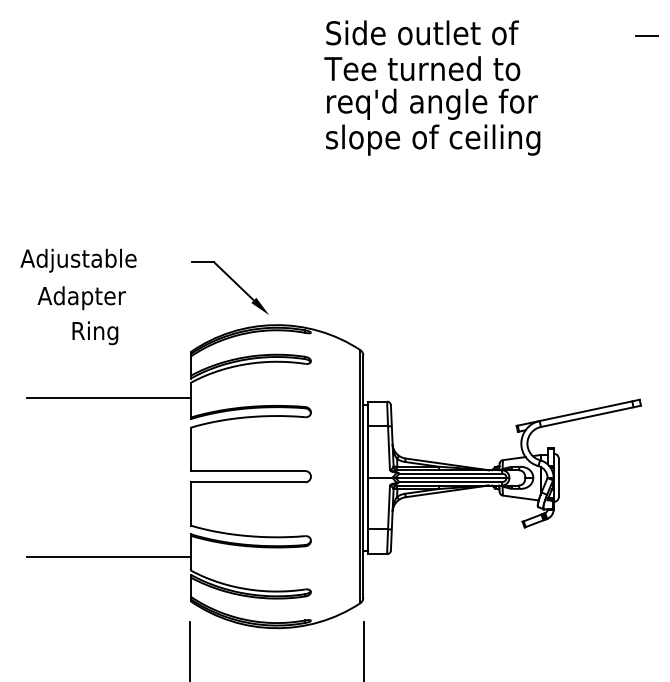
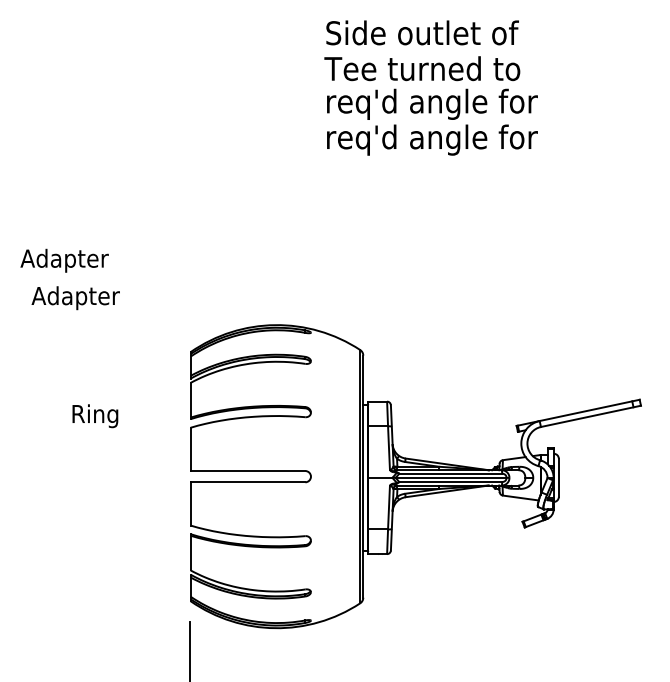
line at (646, 35): present -> none
text at (433, 139): slope of ceiling -> req'd angle for
text at (92, 260): Adjustable -> Adapter
part at (233, 282): present -> none
text at (81, 298) position: (81, 298) -> (75, 298)
text at (95, 333) position: (95, 333) -> (95, 416)
line at (108, 397): present -> none
line at (108, 556): present -> none
line at (363, 649): present -> none
